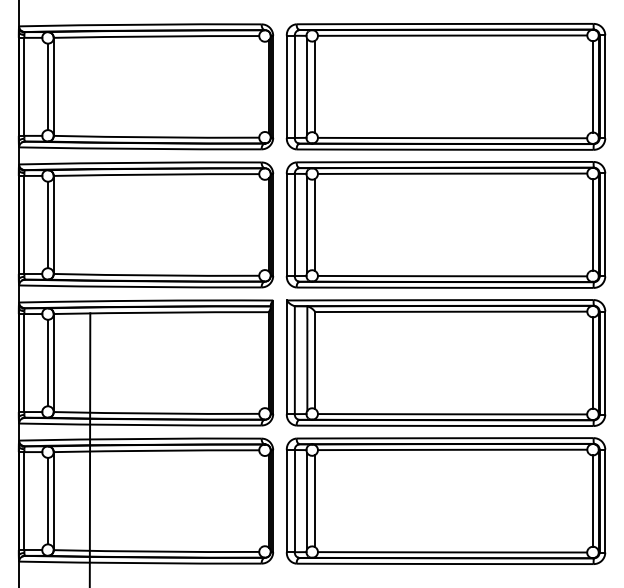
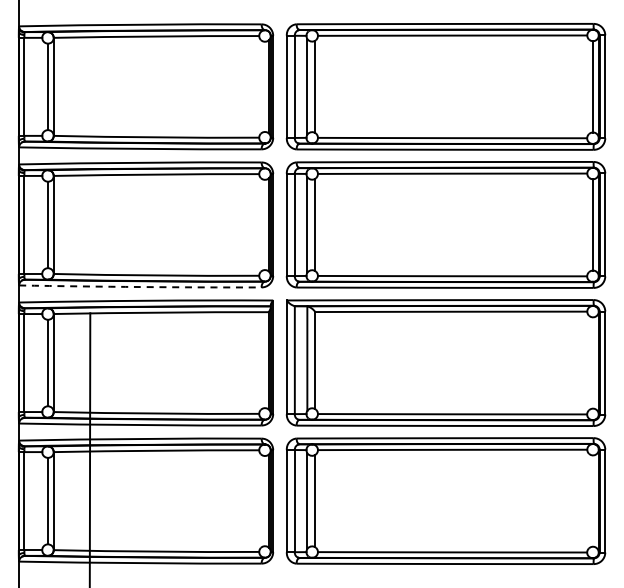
arc at (140, 287): solid -> dashed
line at (593, 362): present -> none
line at (593, 500): present -> none
